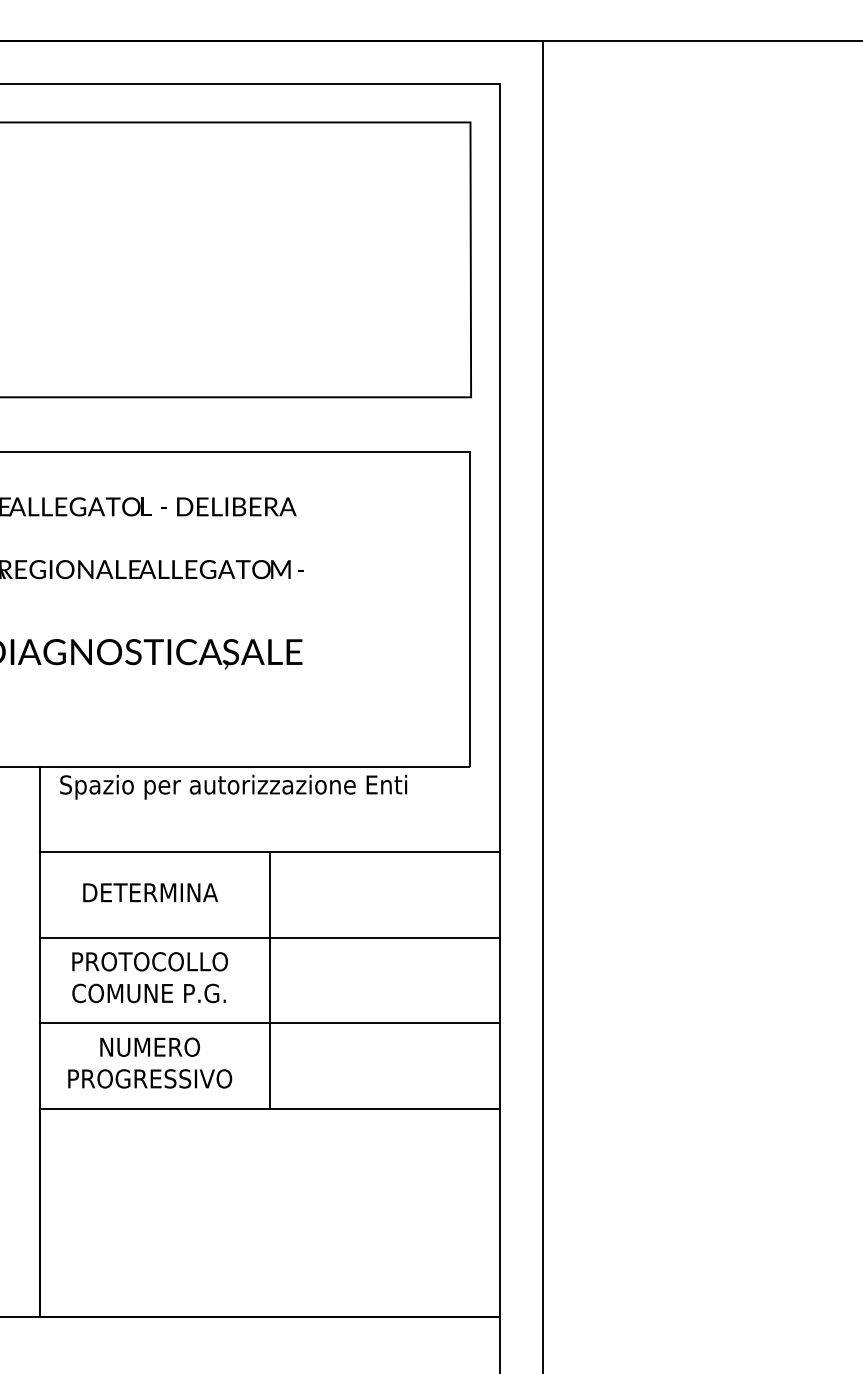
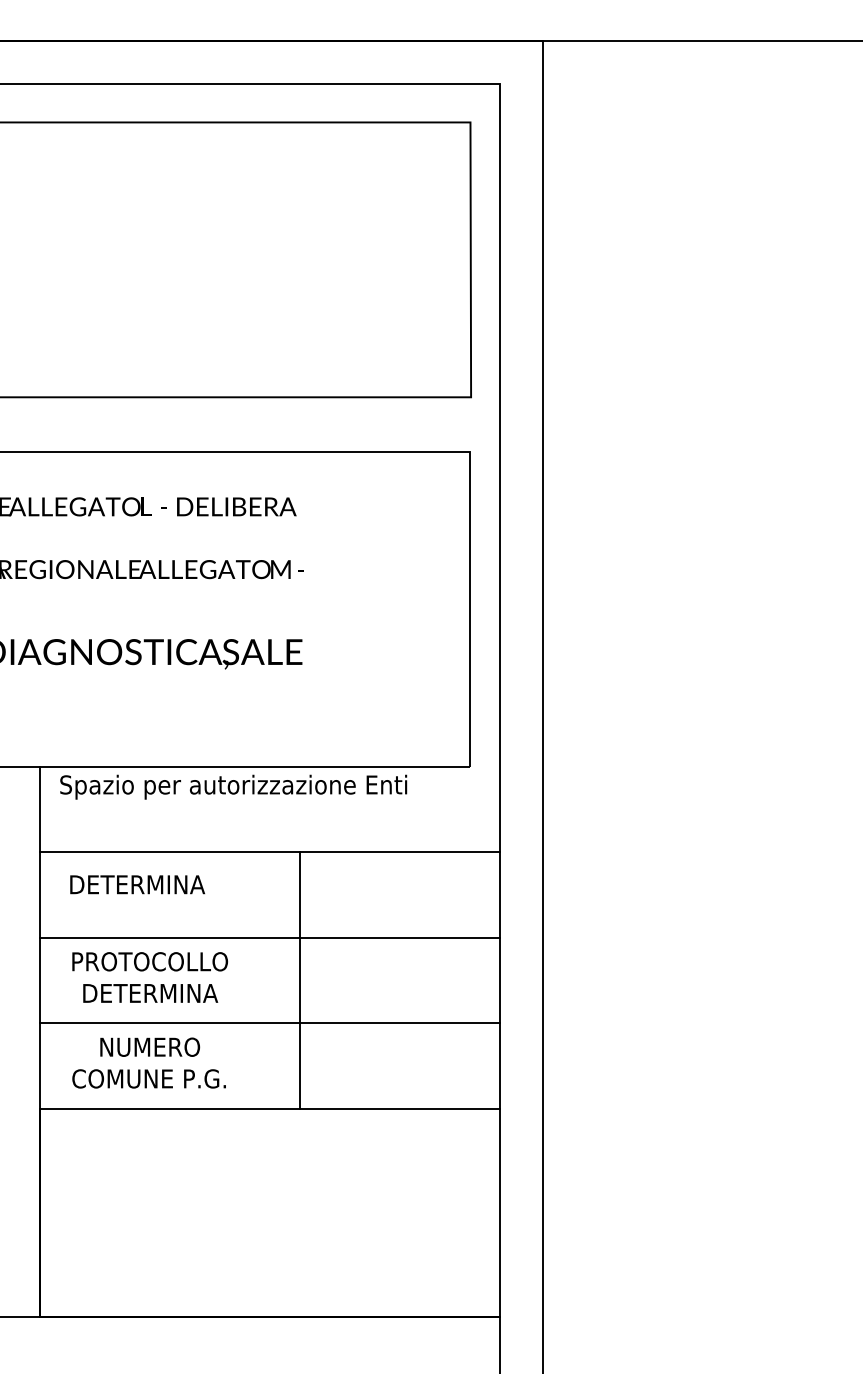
text at (150, 892) position: (150, 892) -> (137, 884)
line at (270, 980) position: (270, 980) -> (300, 980)
text at (148, 993): COMUNE P.G. -> DETERMINA
text at (150, 1078): PROGRESSIVO -> COMUNE P.G.
